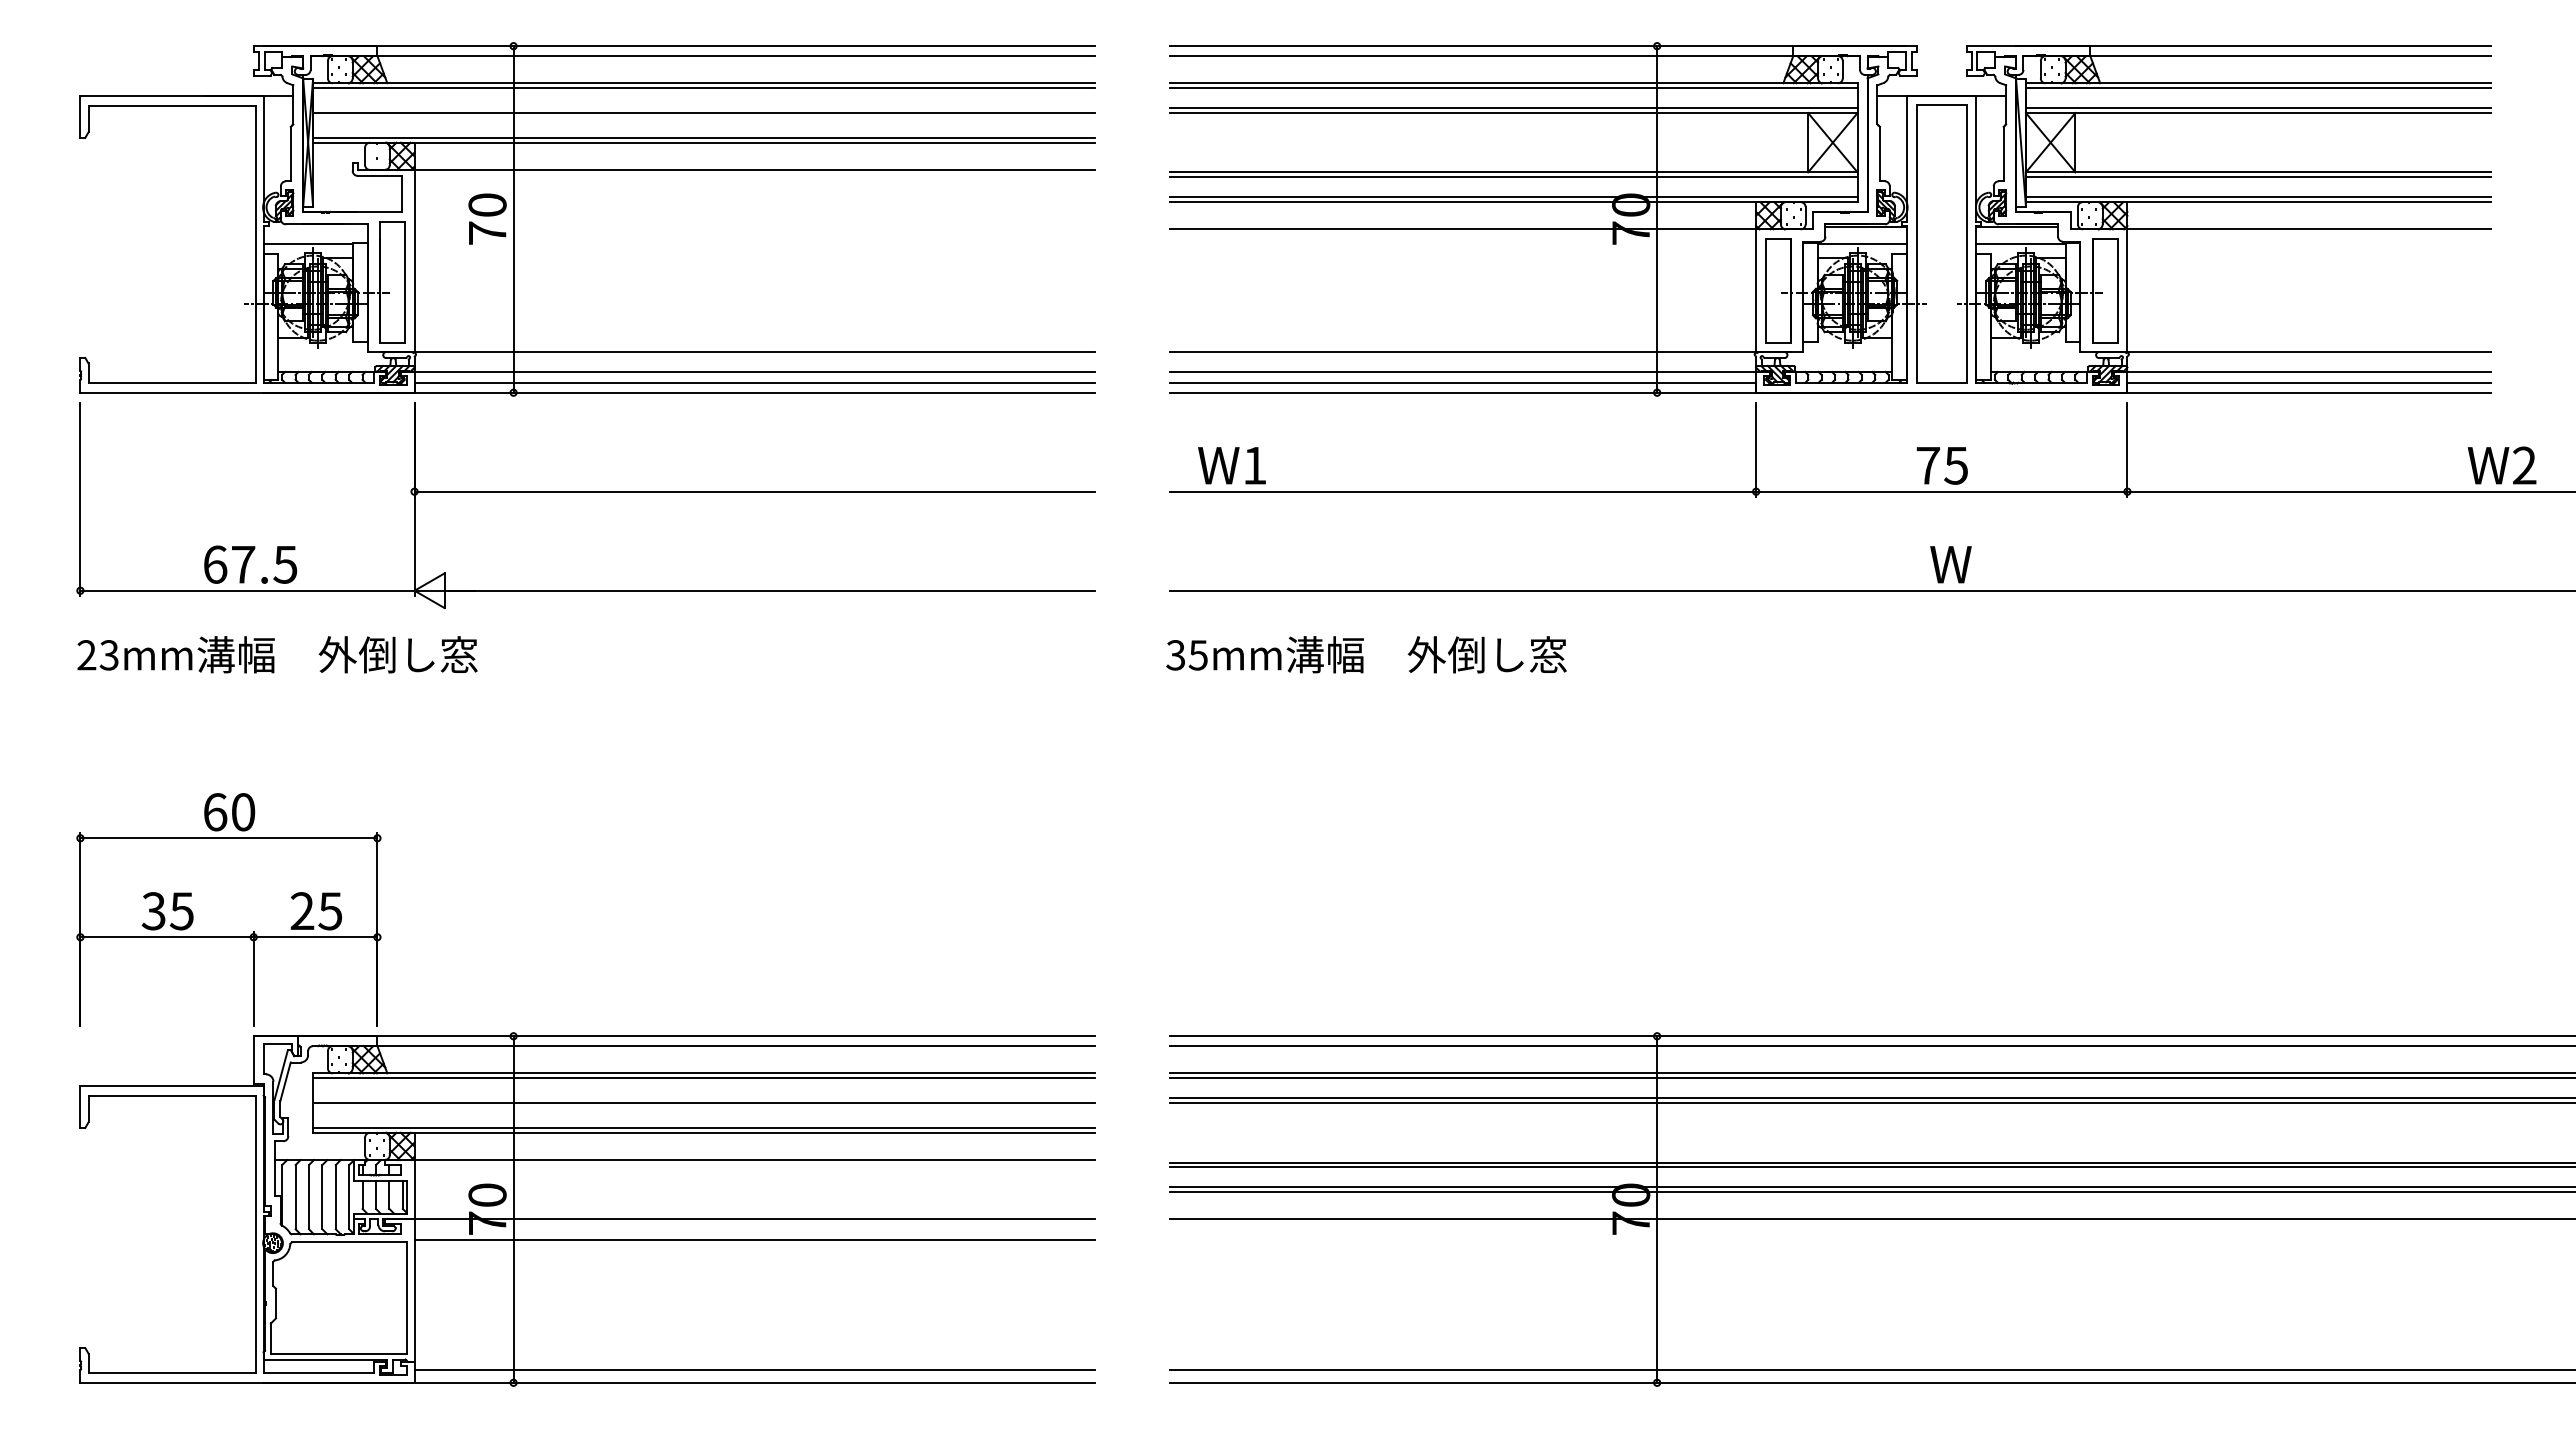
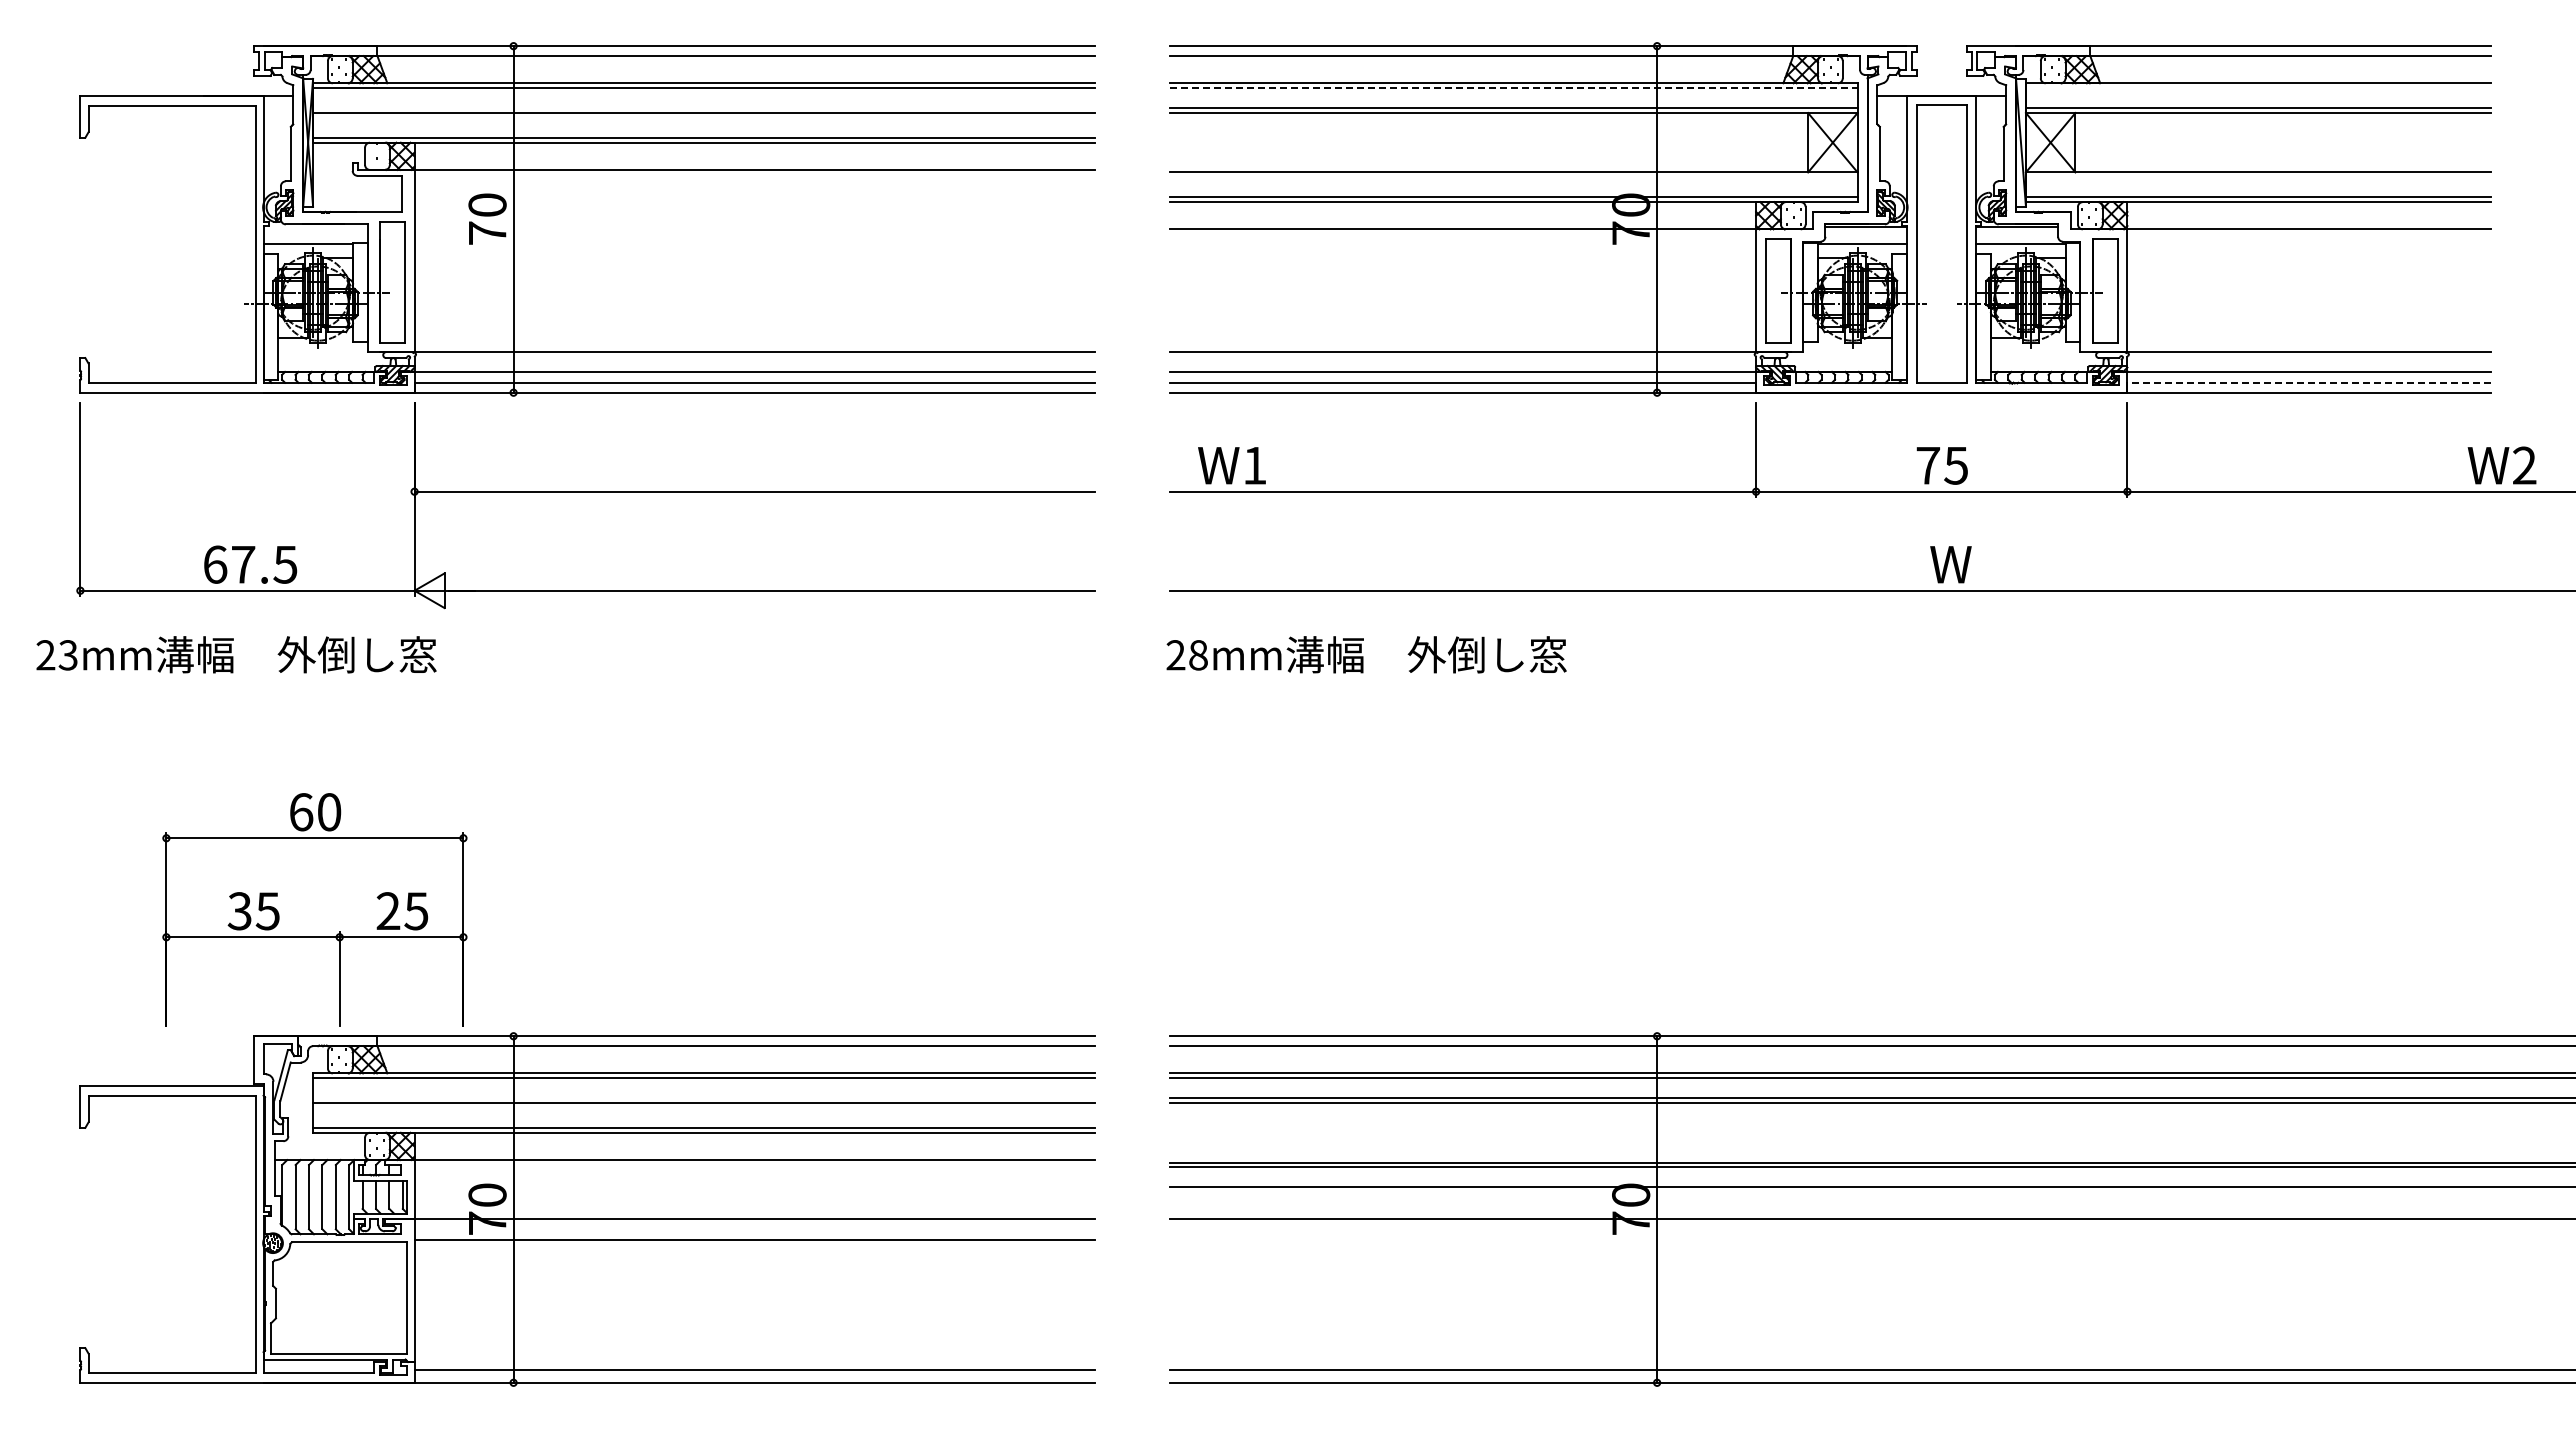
line at (1514, 88): solid -> dashed
line at (2258, 88): present -> none
line at (1513, 177): present -> none
line at (2258, 177): present -> none
line at (2309, 382): solid -> dashed
text at (277, 654) position: (277, 654) -> (236, 654)
text at (1186, 655): 35mm -> 28mm
part at (228, 909) position: (228, 909) -> (314, 909)
line at (1870, 1192): present -> none
